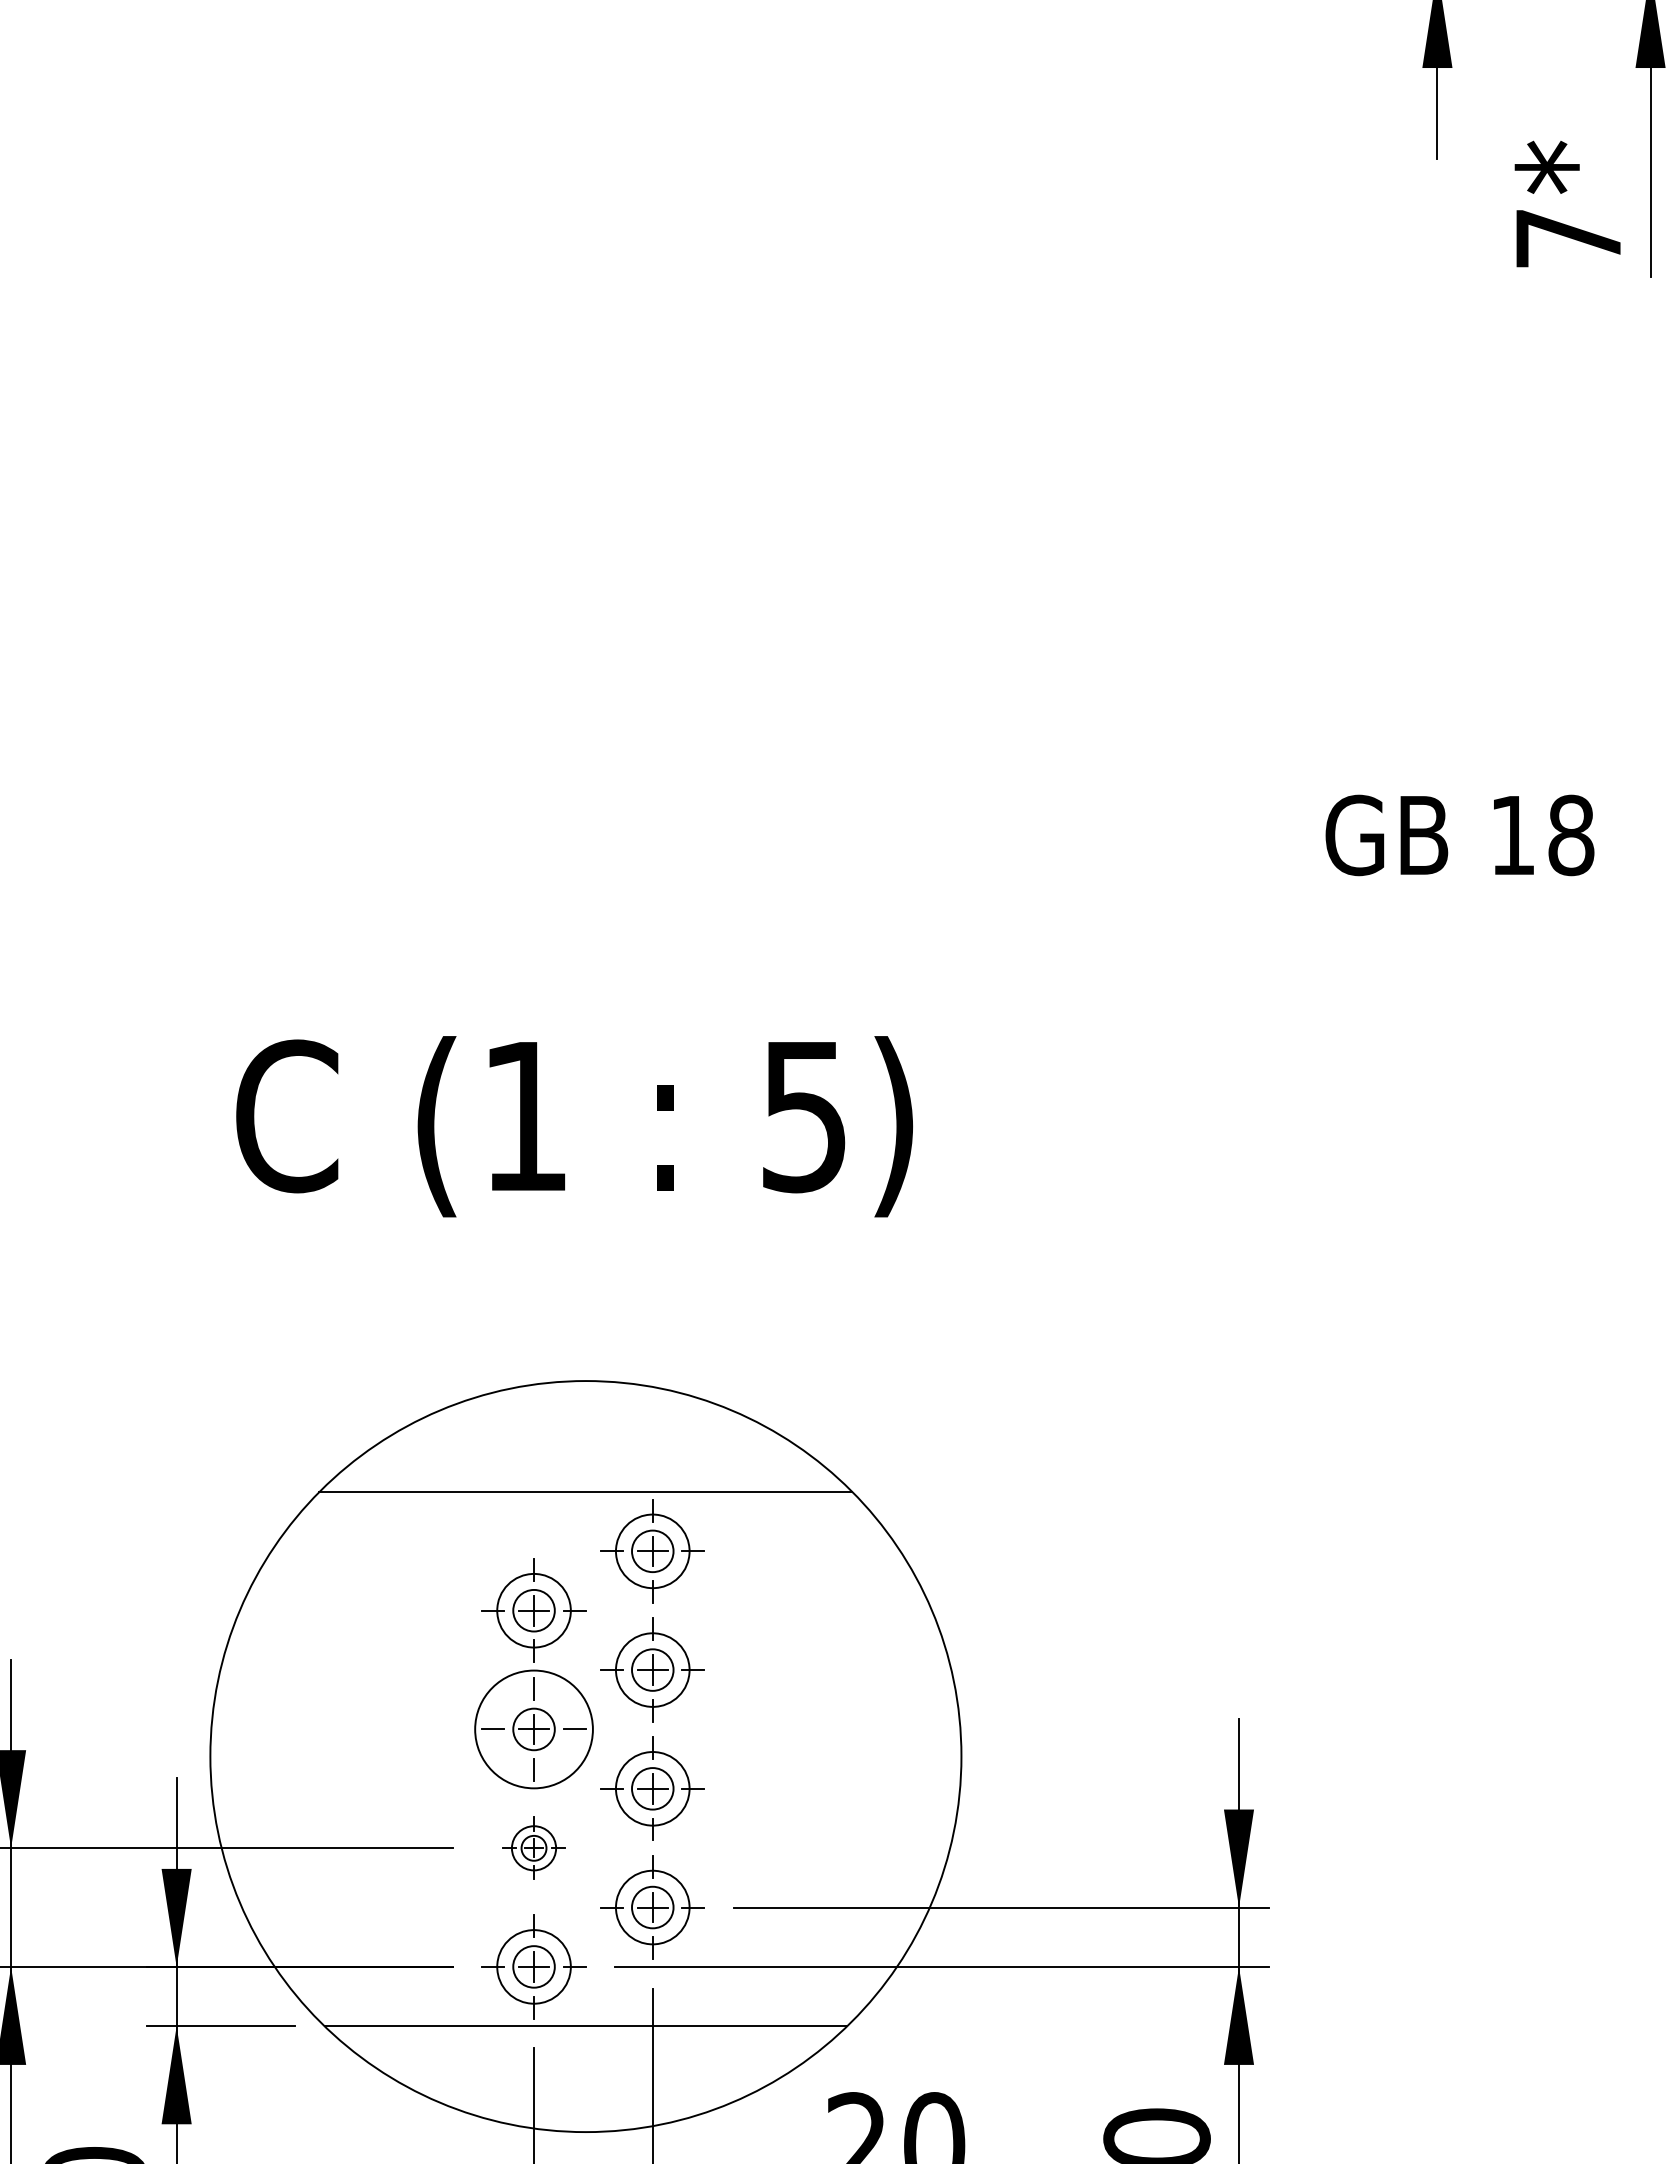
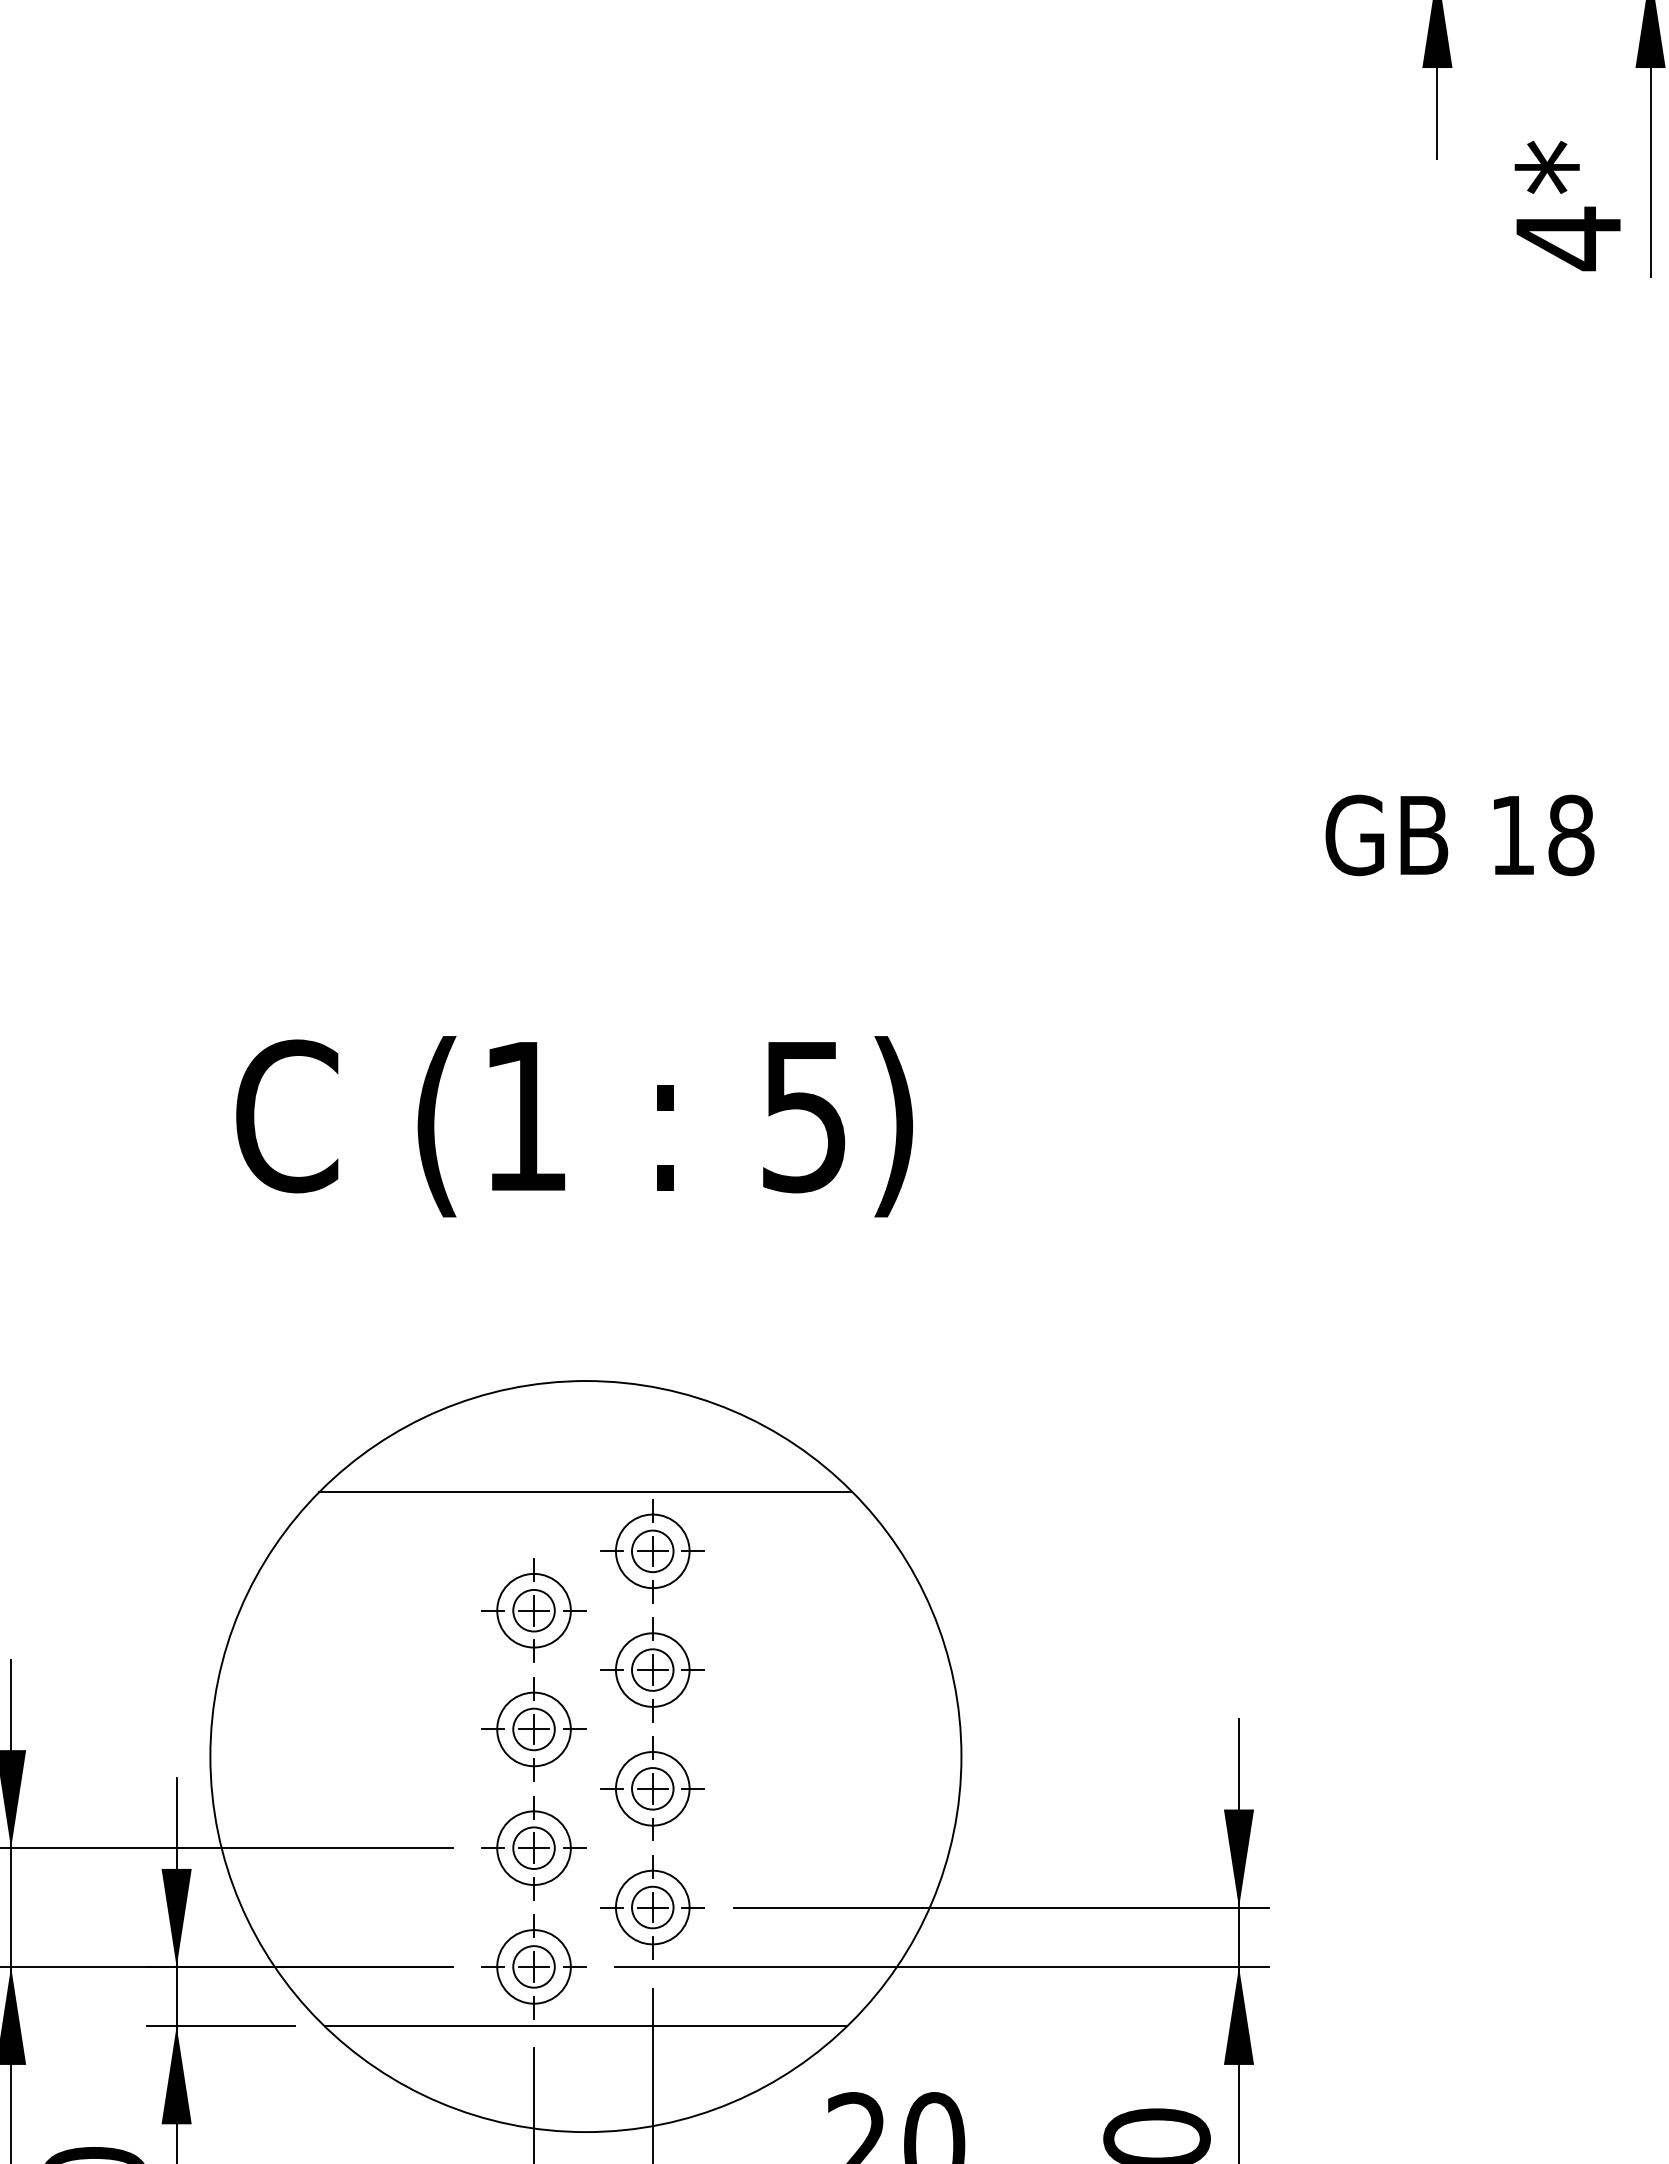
text at (1568, 238): 7 -> 4
circle at (533, 1729) diameter: 118 px -> 74 px
part at (533, 1847) size: 64x64 px -> 106x105 px
